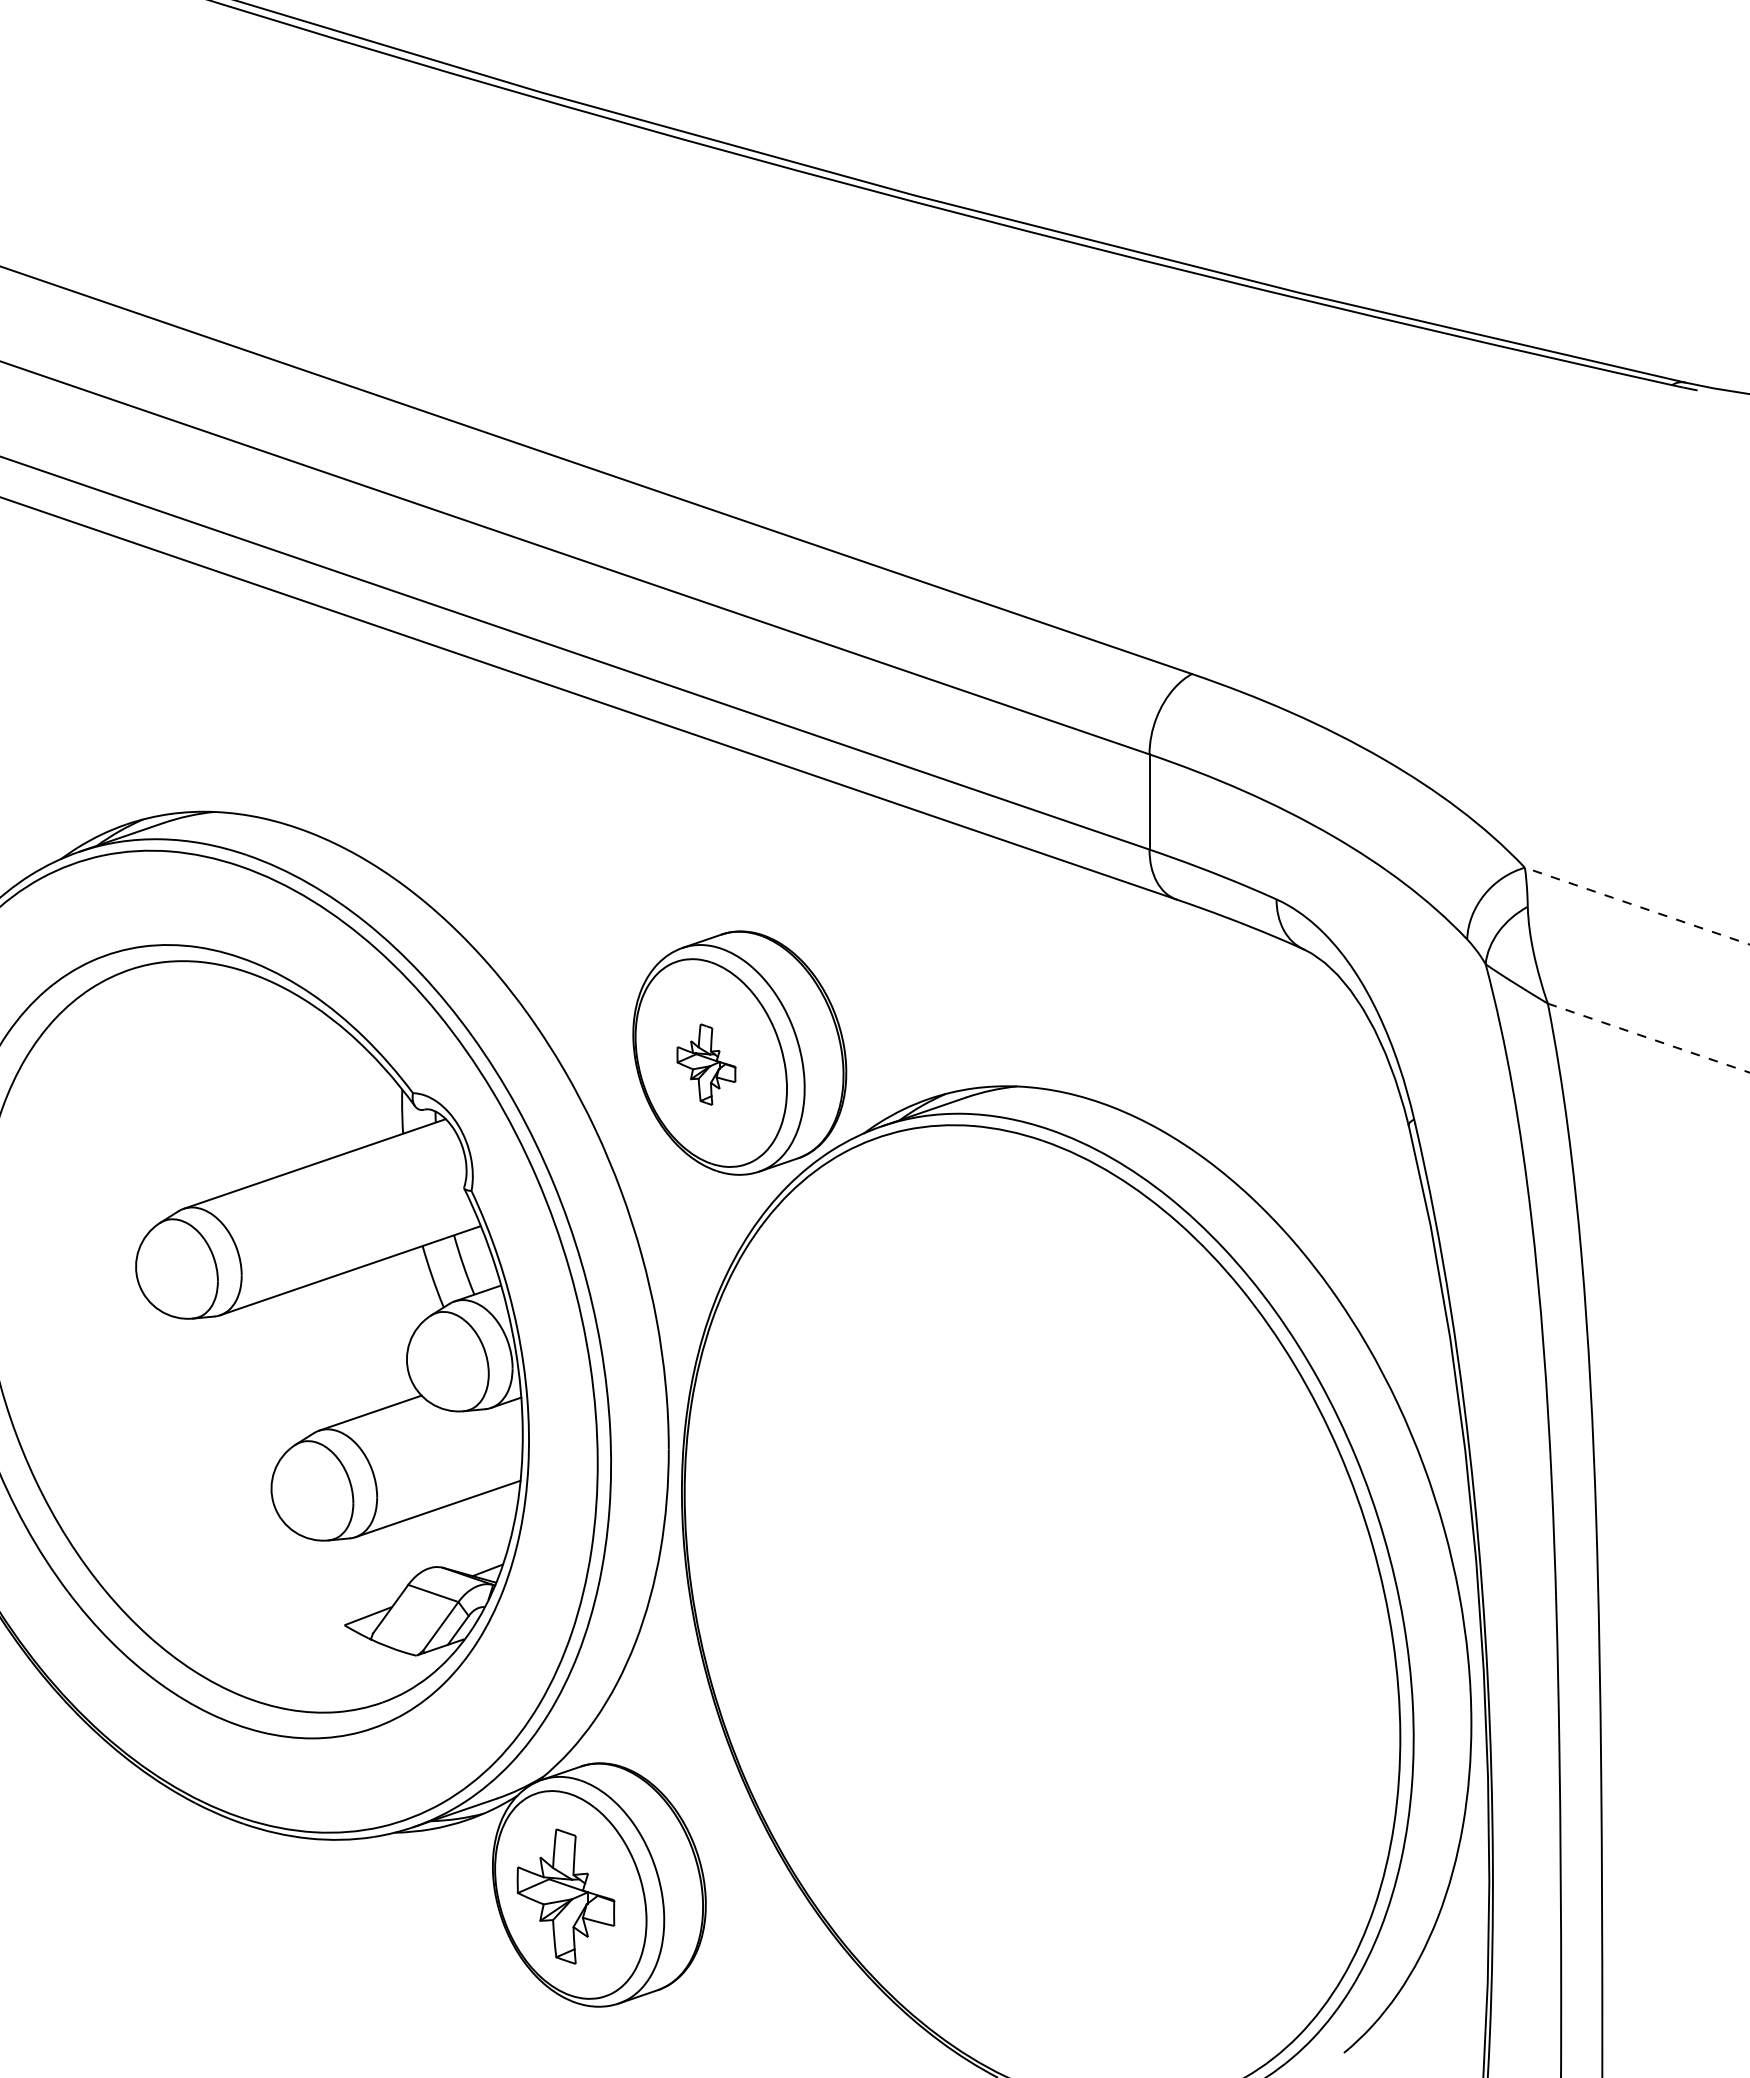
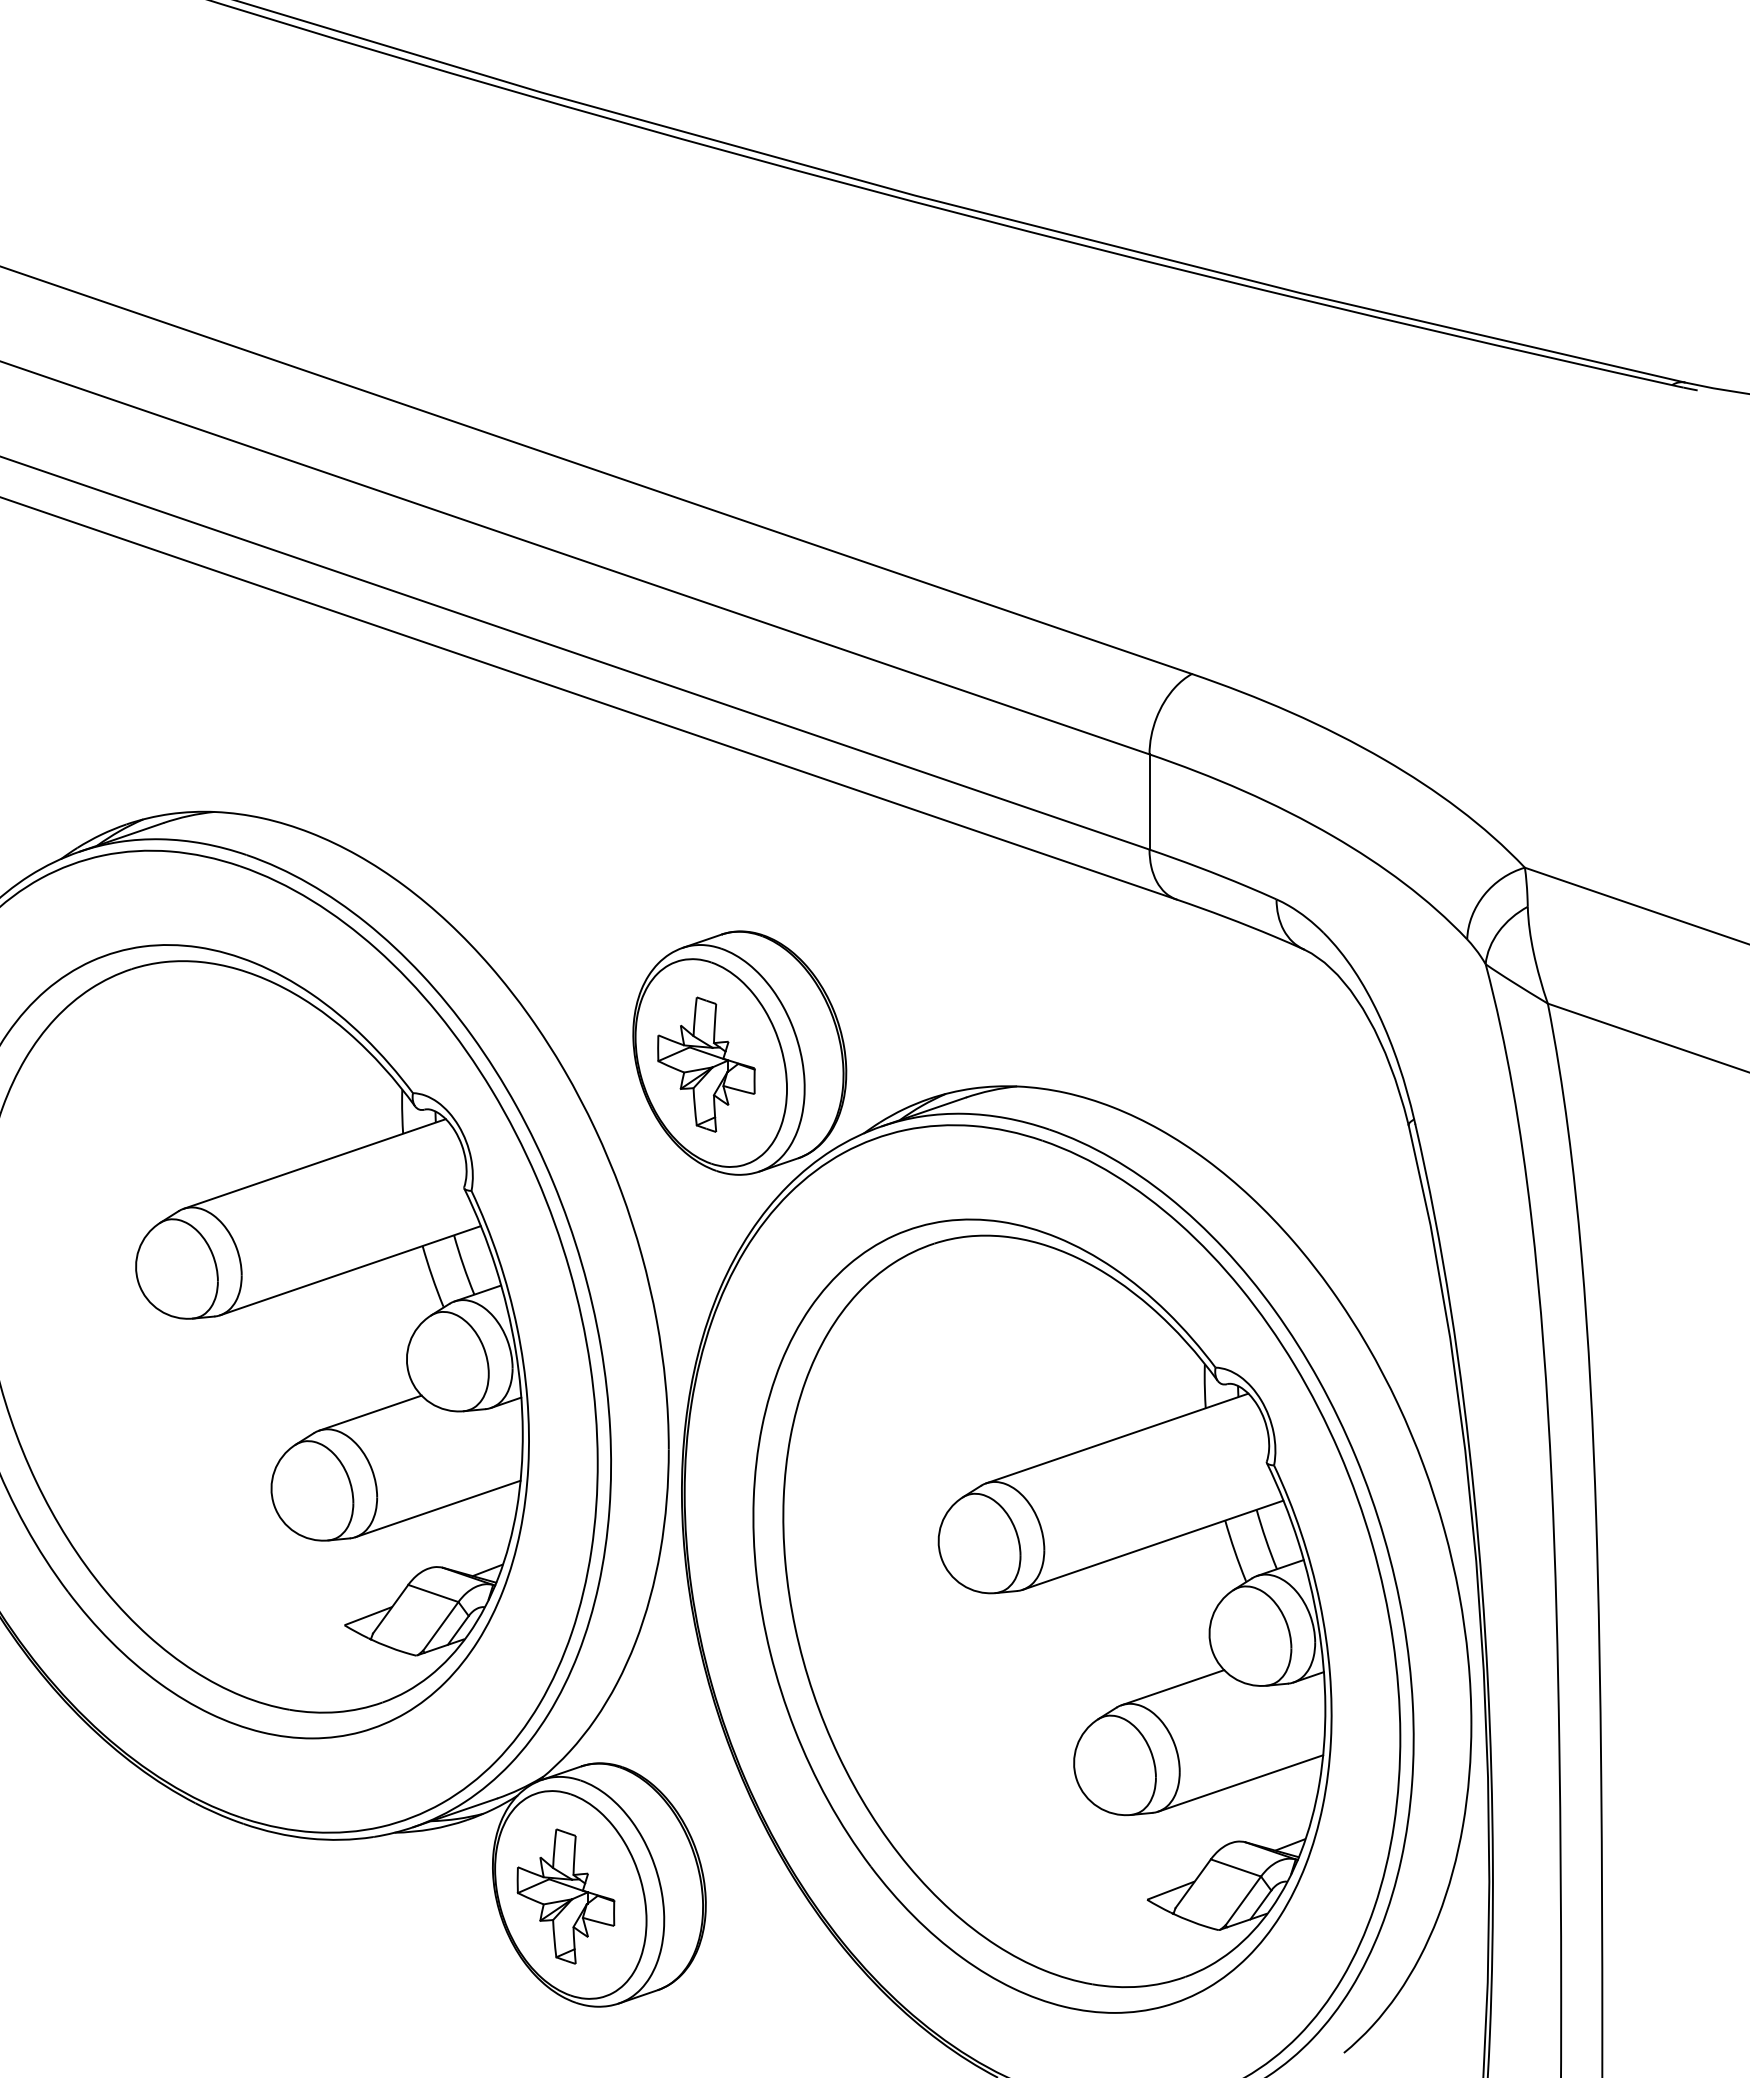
line at (1636, 905): dashed -> solid
line at (1648, 1037): dashed -> solid
part at (706, 1064) size: 61x83 px -> 99x137 px
part at (1042, 1615): none -> present
